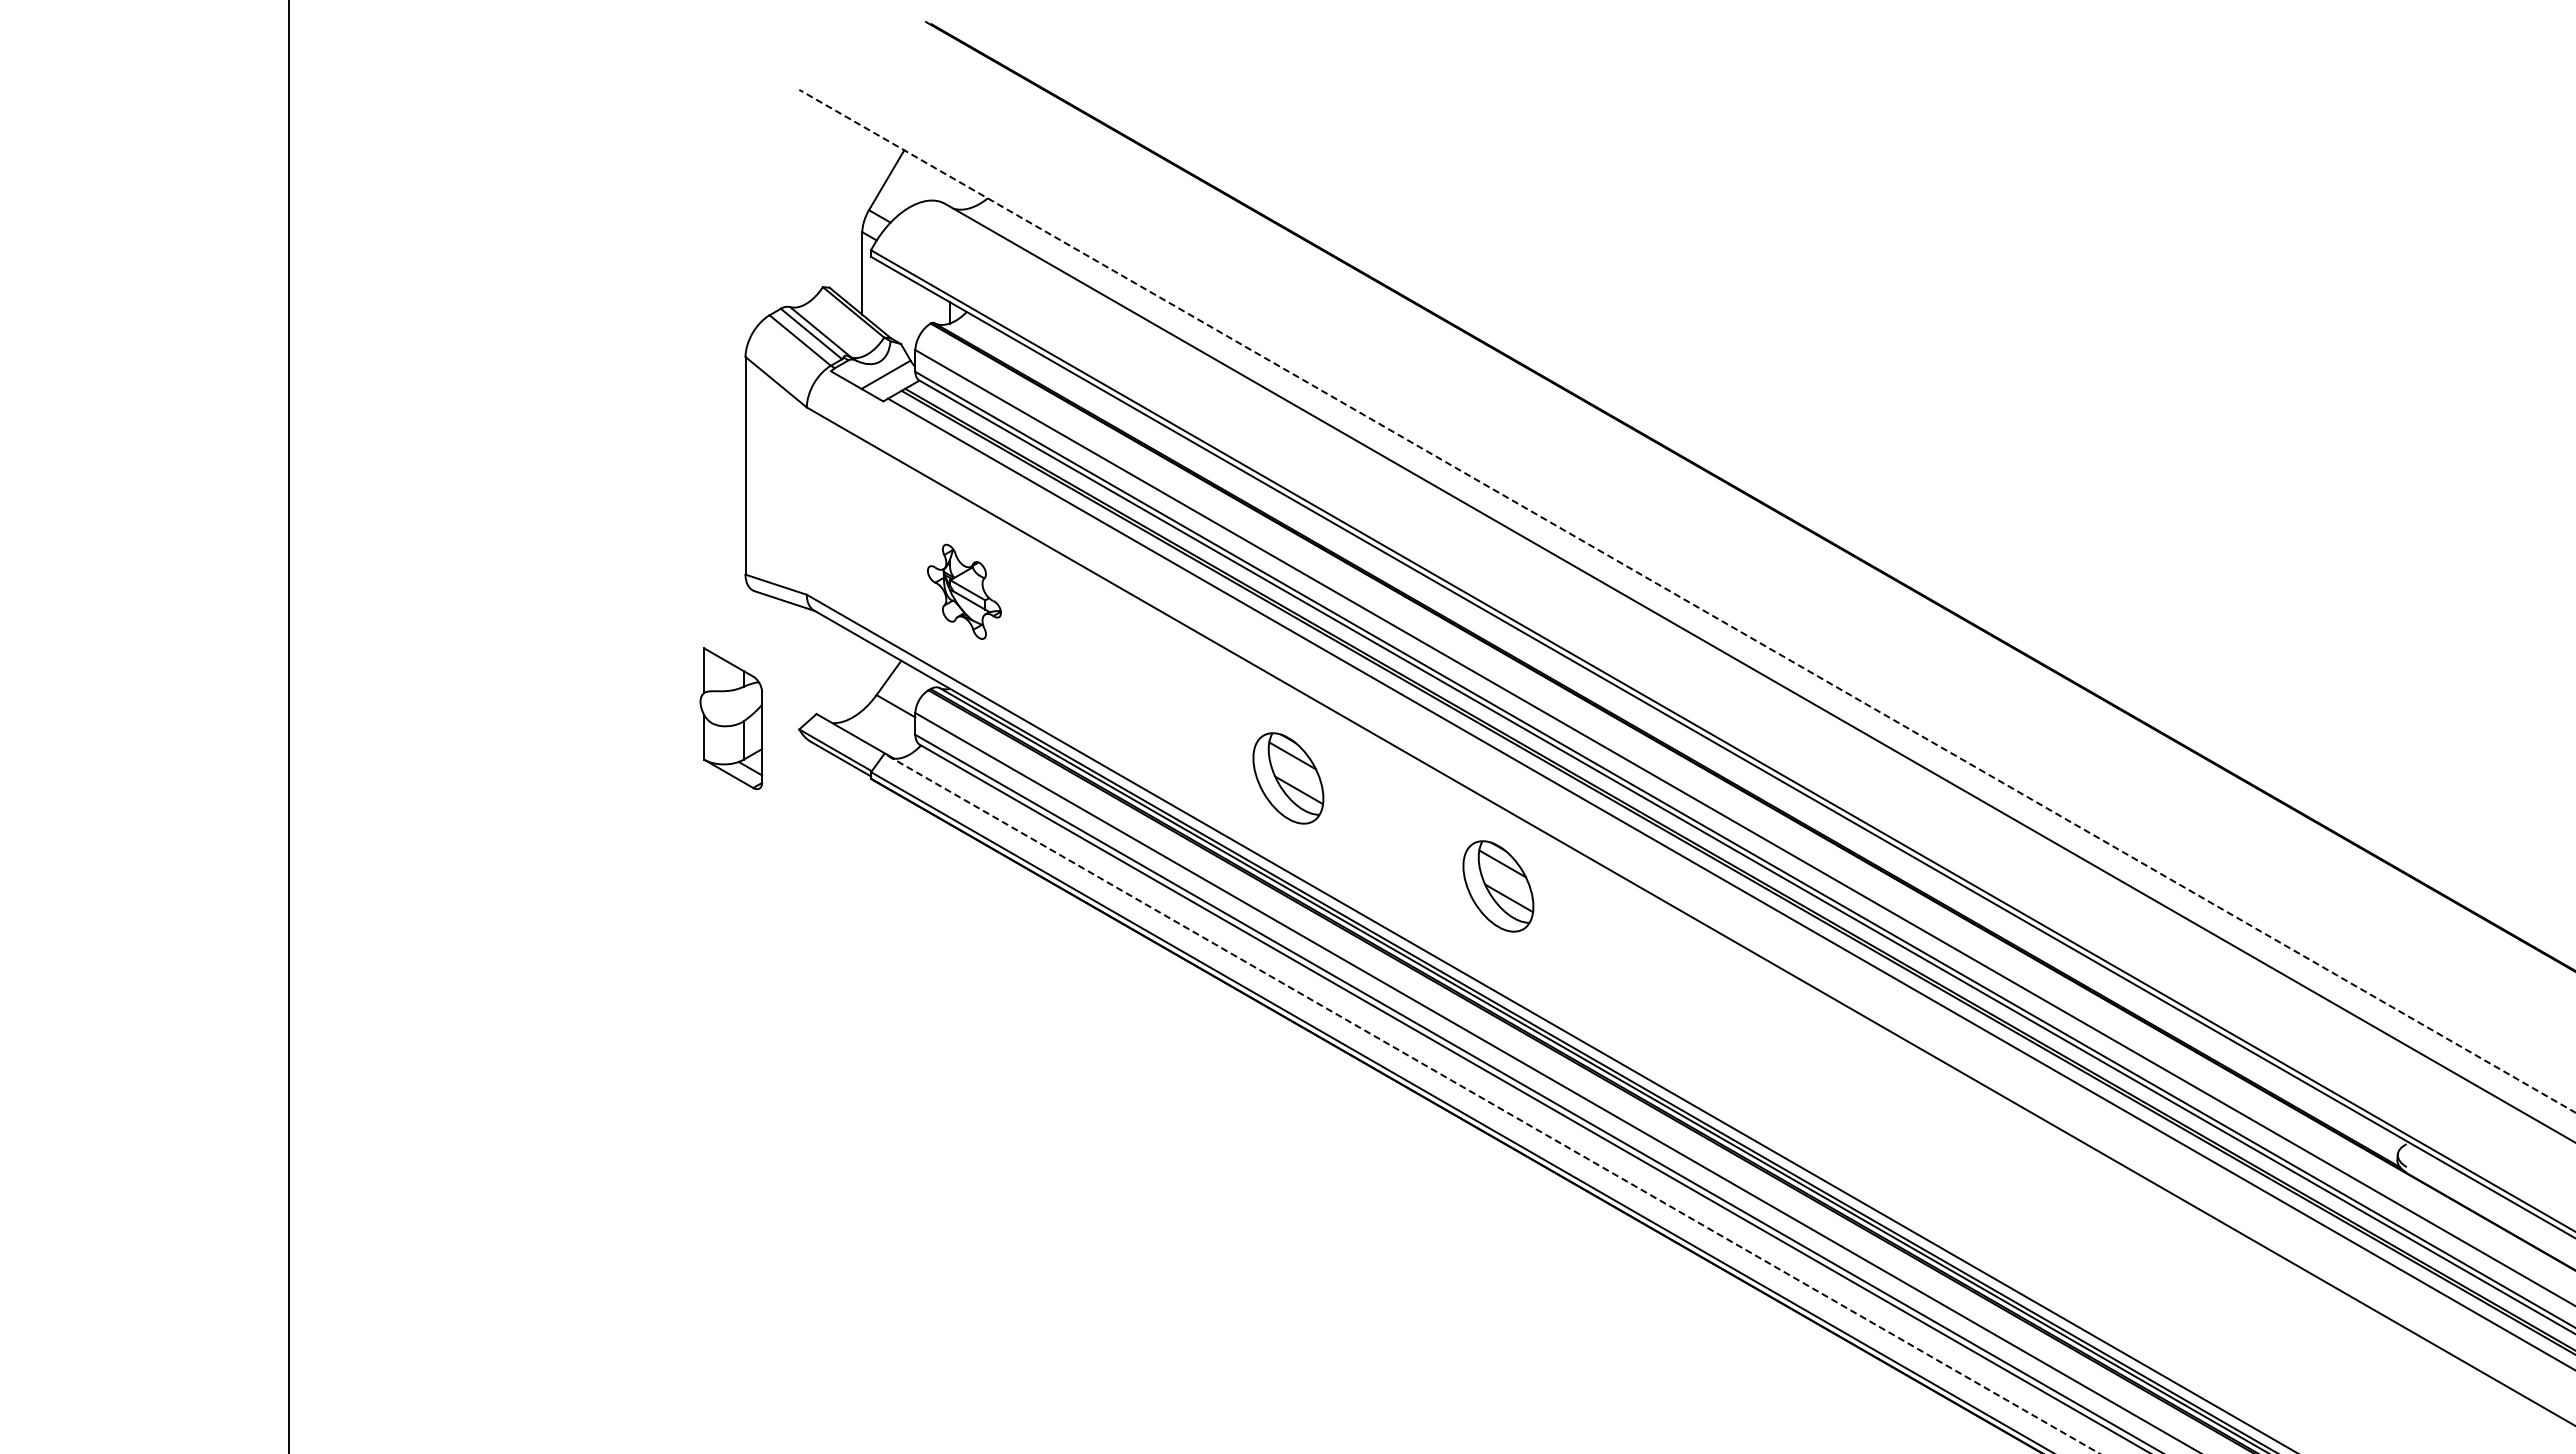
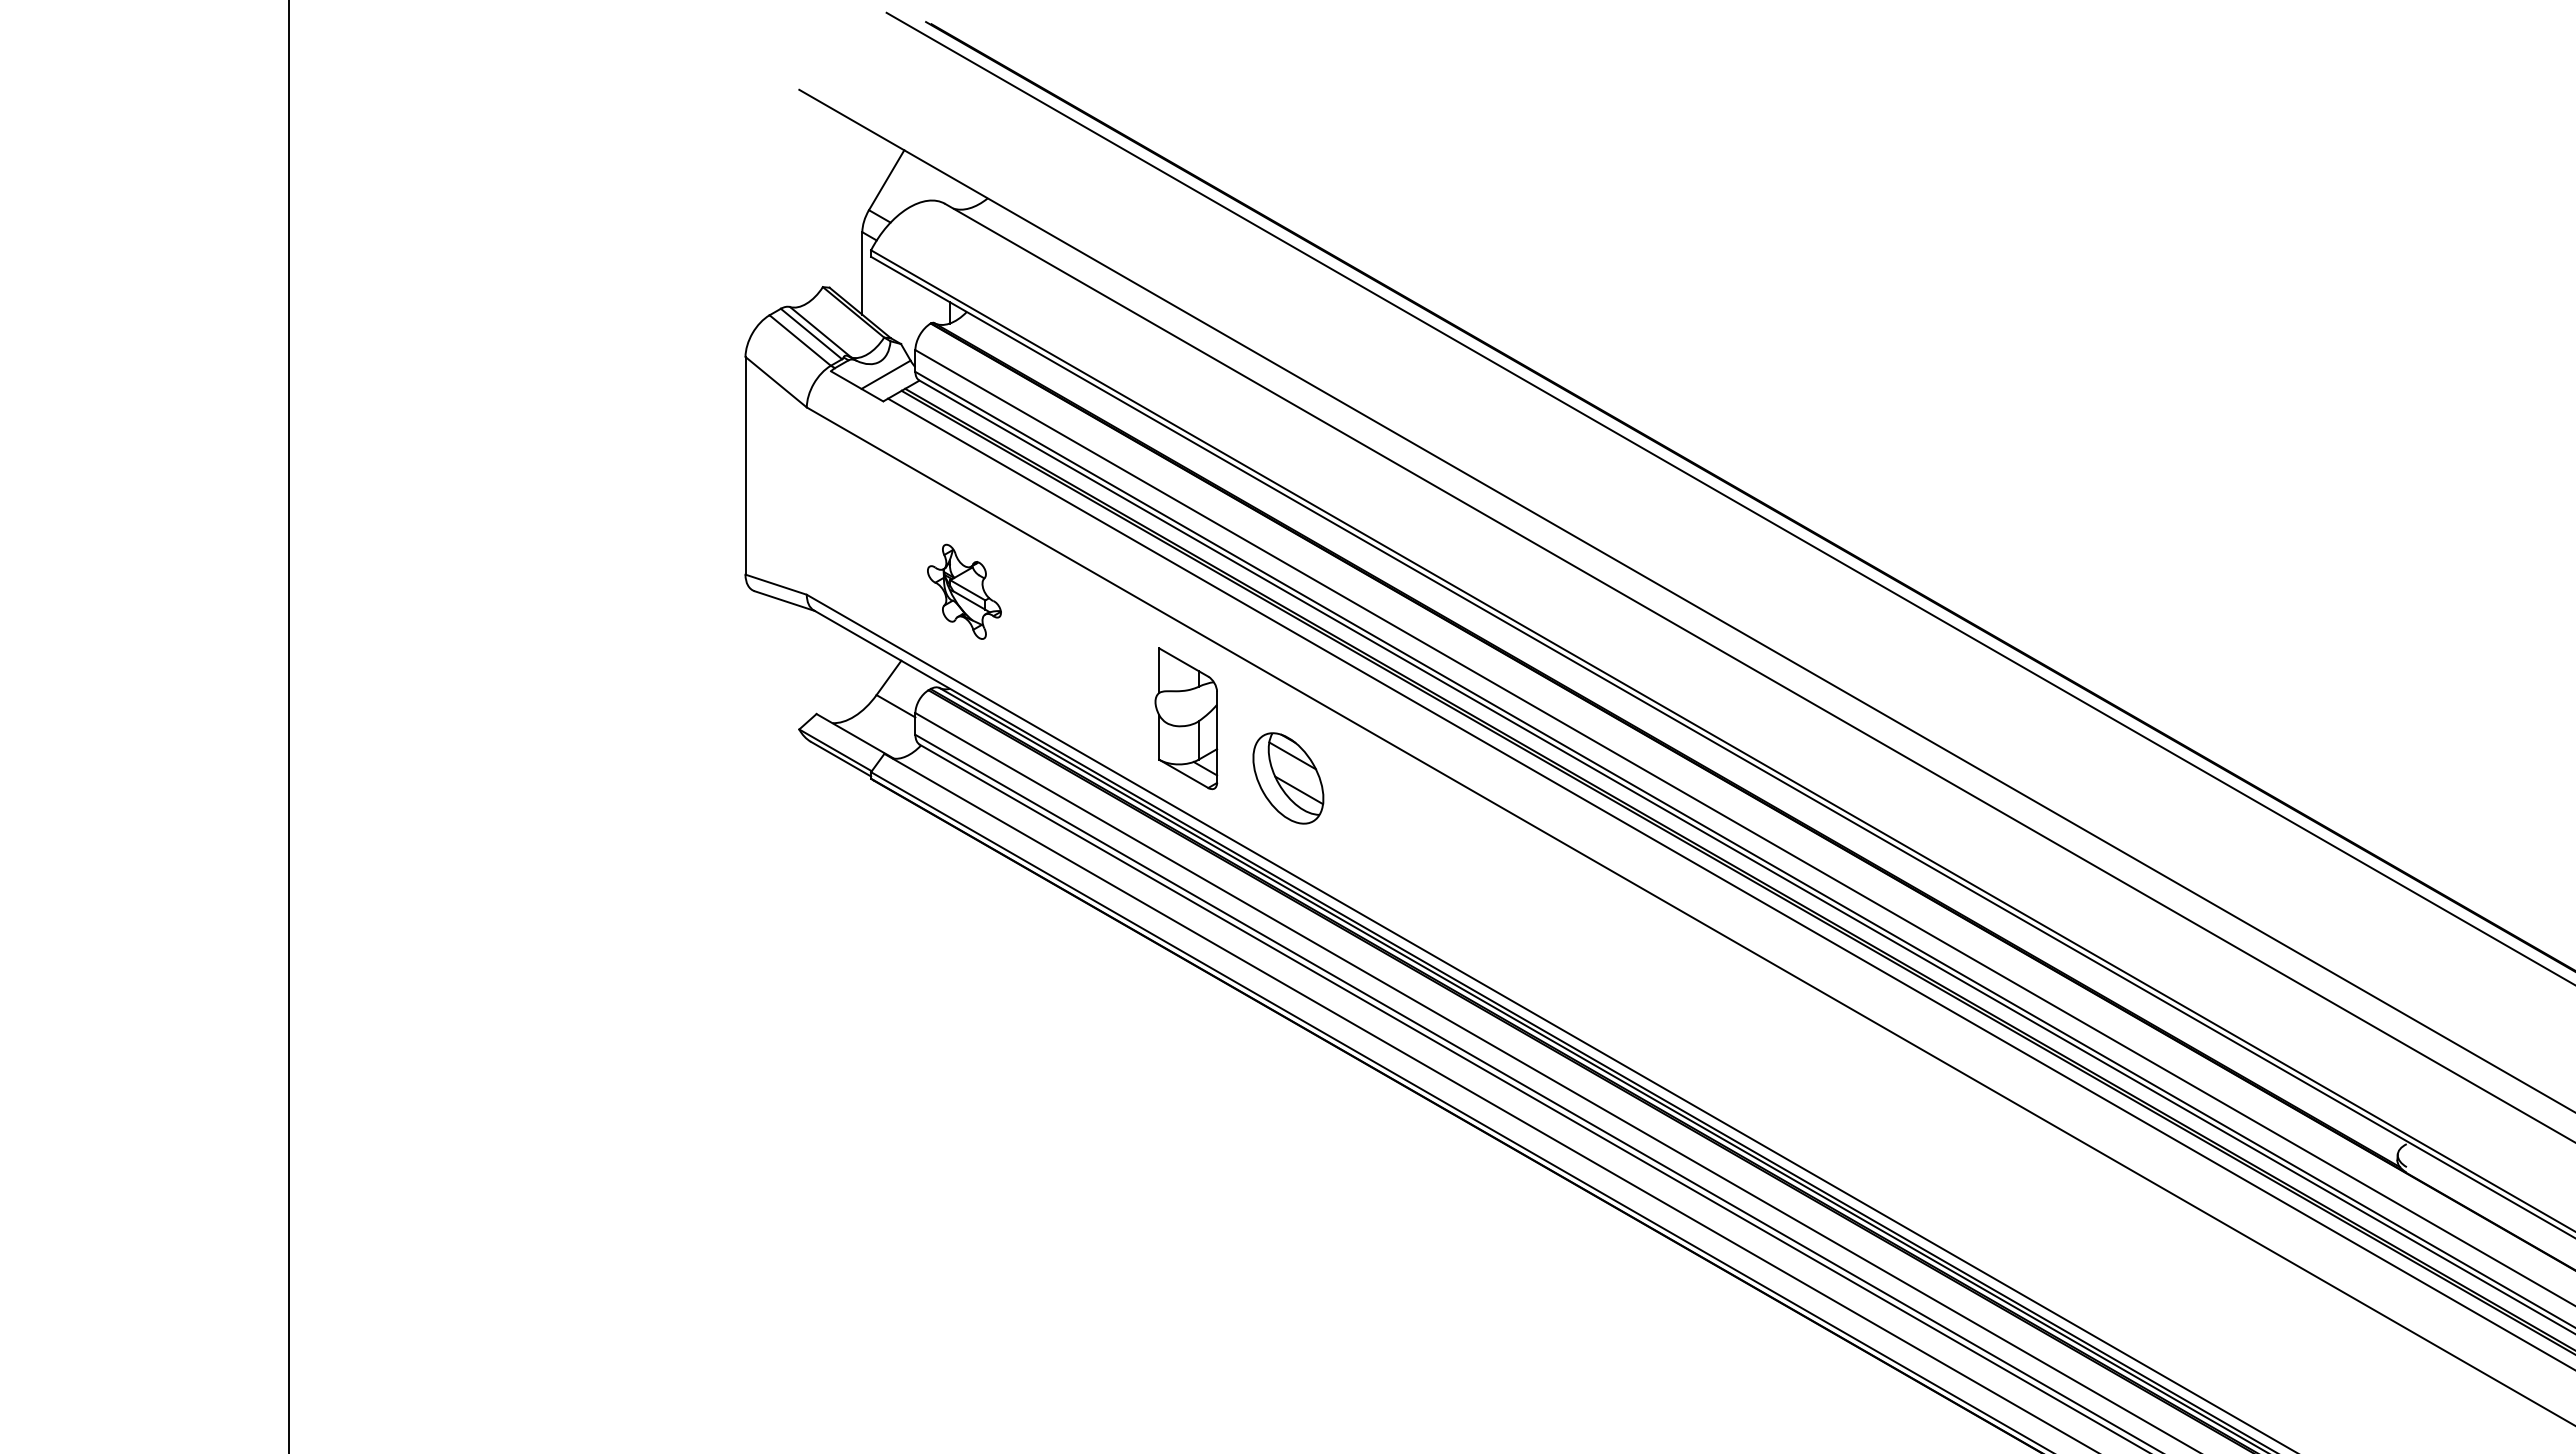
line at (1729, 497): none -> present
line at (1686, 600): dashed -> solid
part at (731, 718) position: (731, 718) -> (1186, 718)
part at (1498, 886): present -> none
line at (1491, 1103): dashed -> solid
